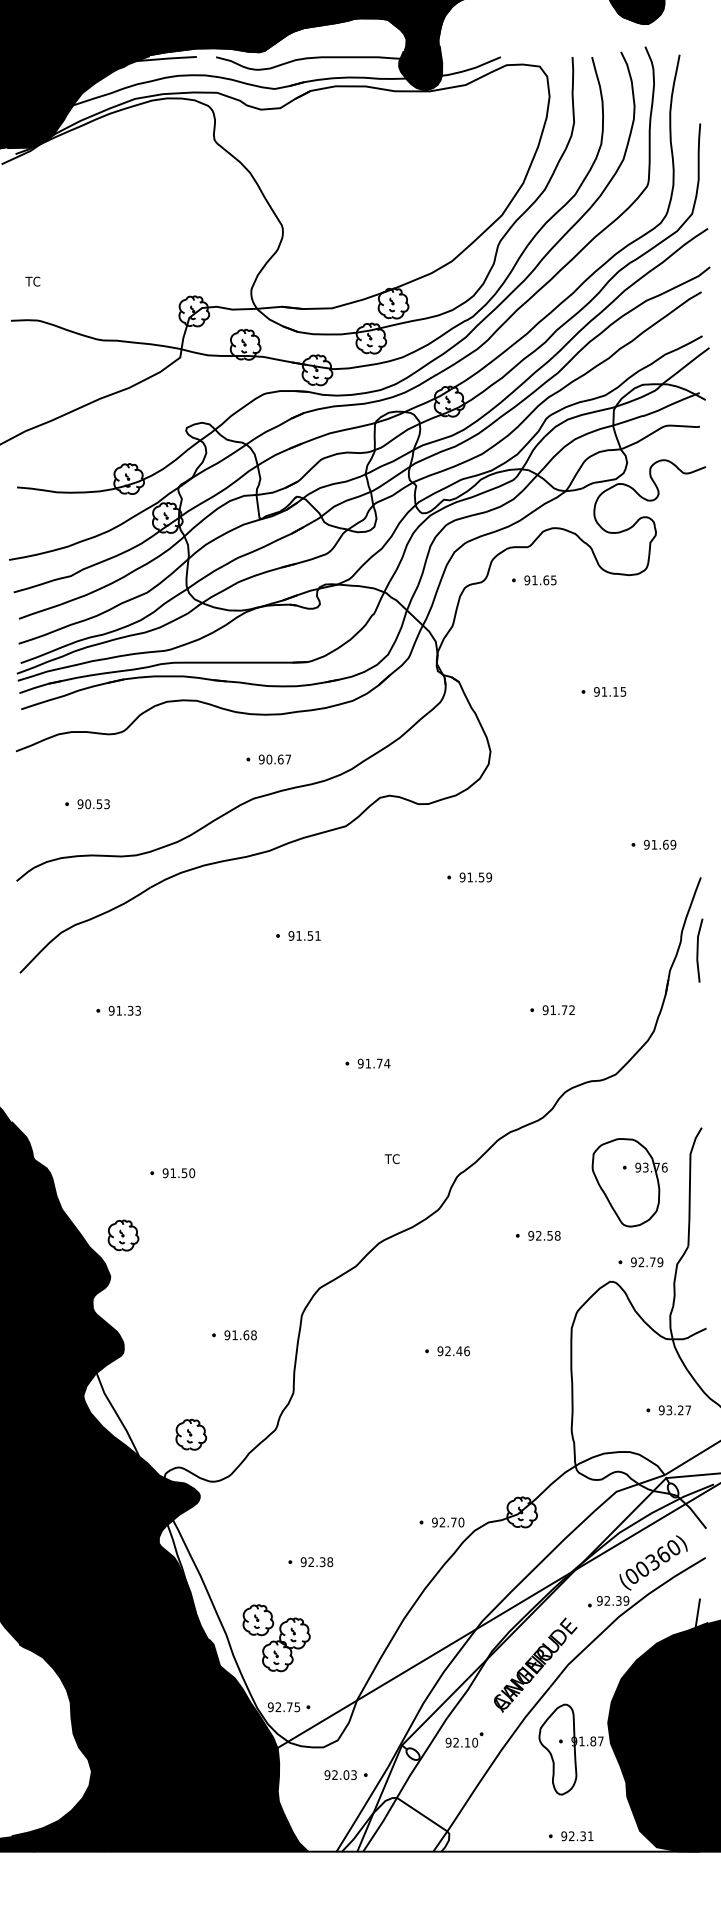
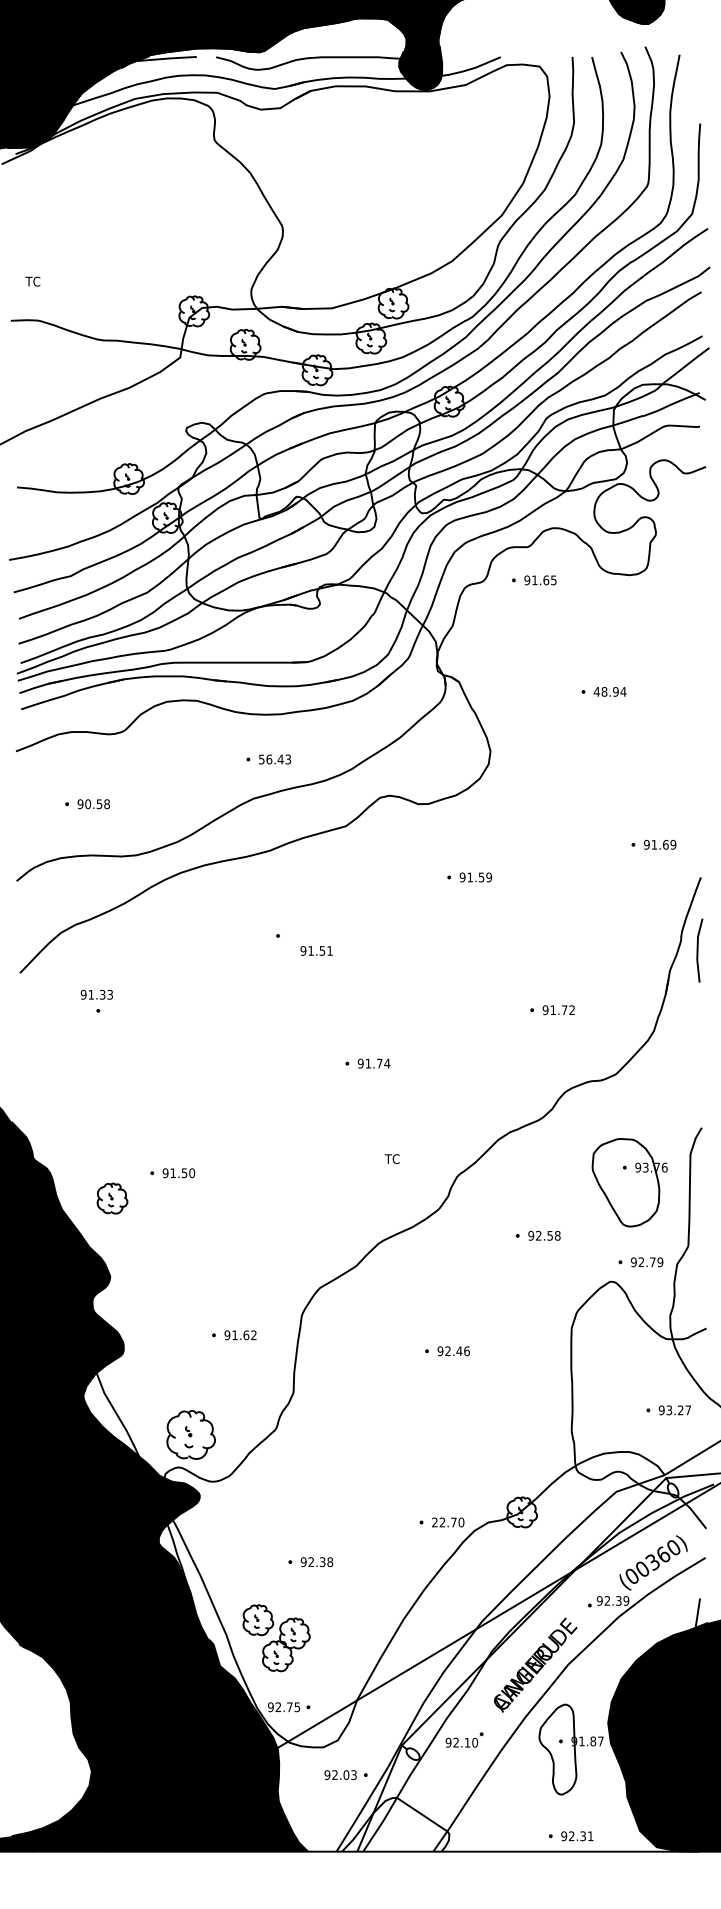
text at (609, 691): 91.15 -> 48.94
text at (274, 759): 90.67 -> 56.43
text at (106, 804): 90.53 -> 90.58
text at (304, 935) position: (304, 935) -> (316, 950)
text at (124, 1010) position: (124, 1010) -> (96, 994)
part at (123, 1235) position: (123, 1235) -> (112, 1198)
text at (253, 1335): 91.68 -> 91.62
part at (191, 1434) size: 33x33 px -> 50x50 px
text at (434, 1522): 92.70 -> 22.70
